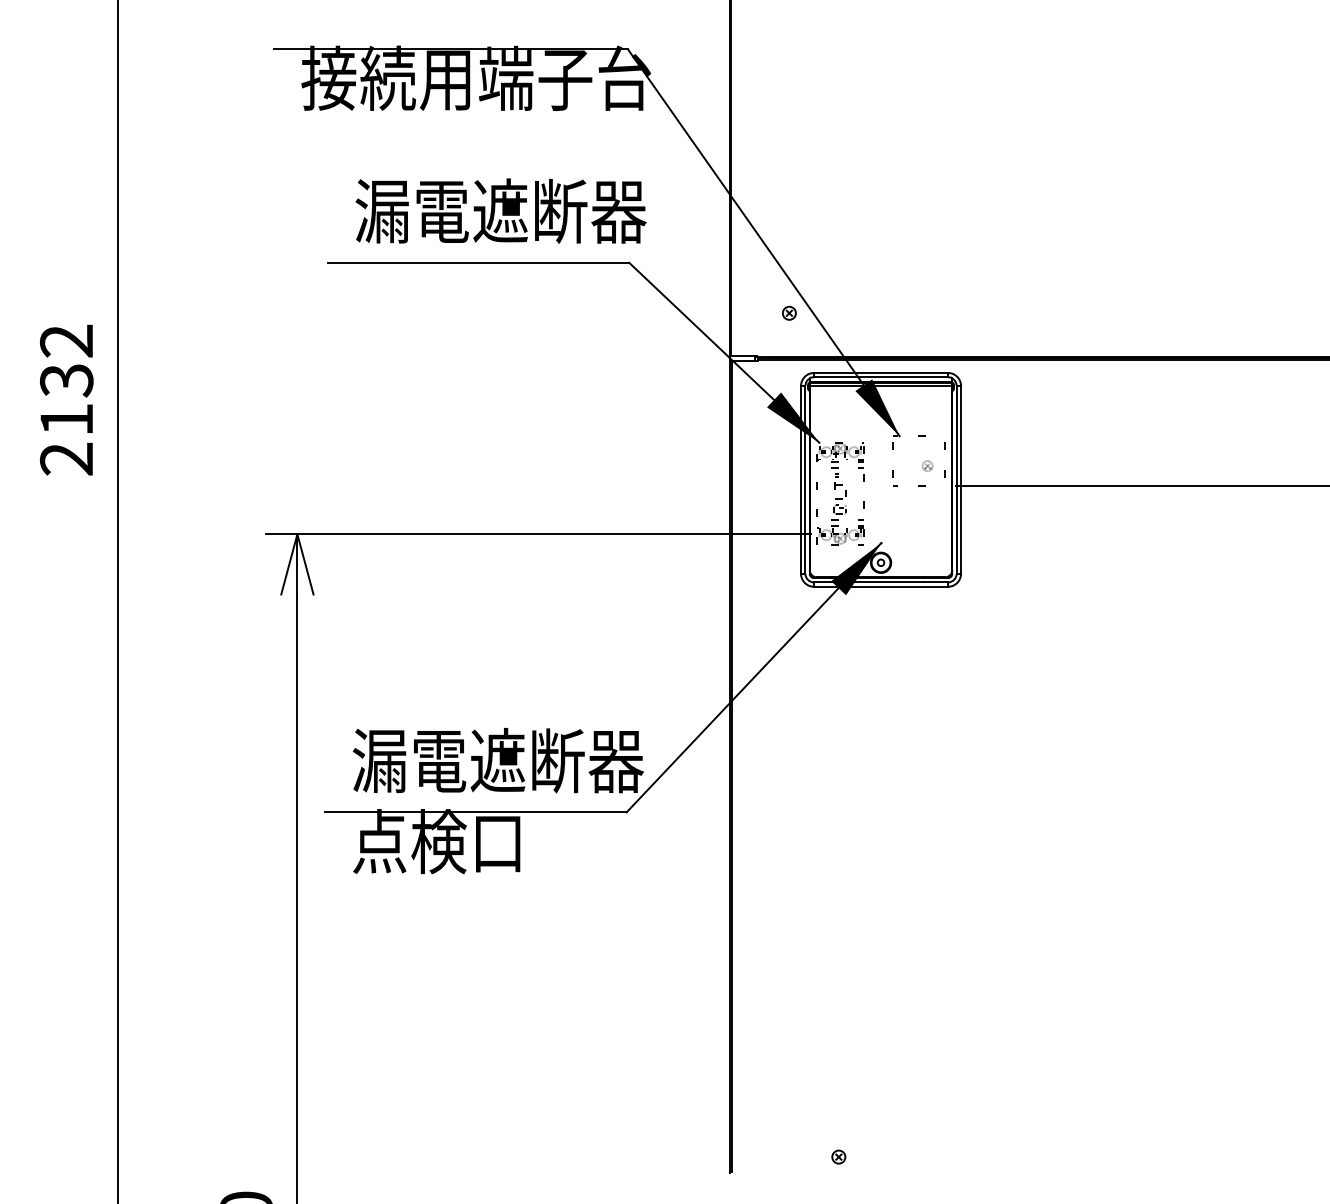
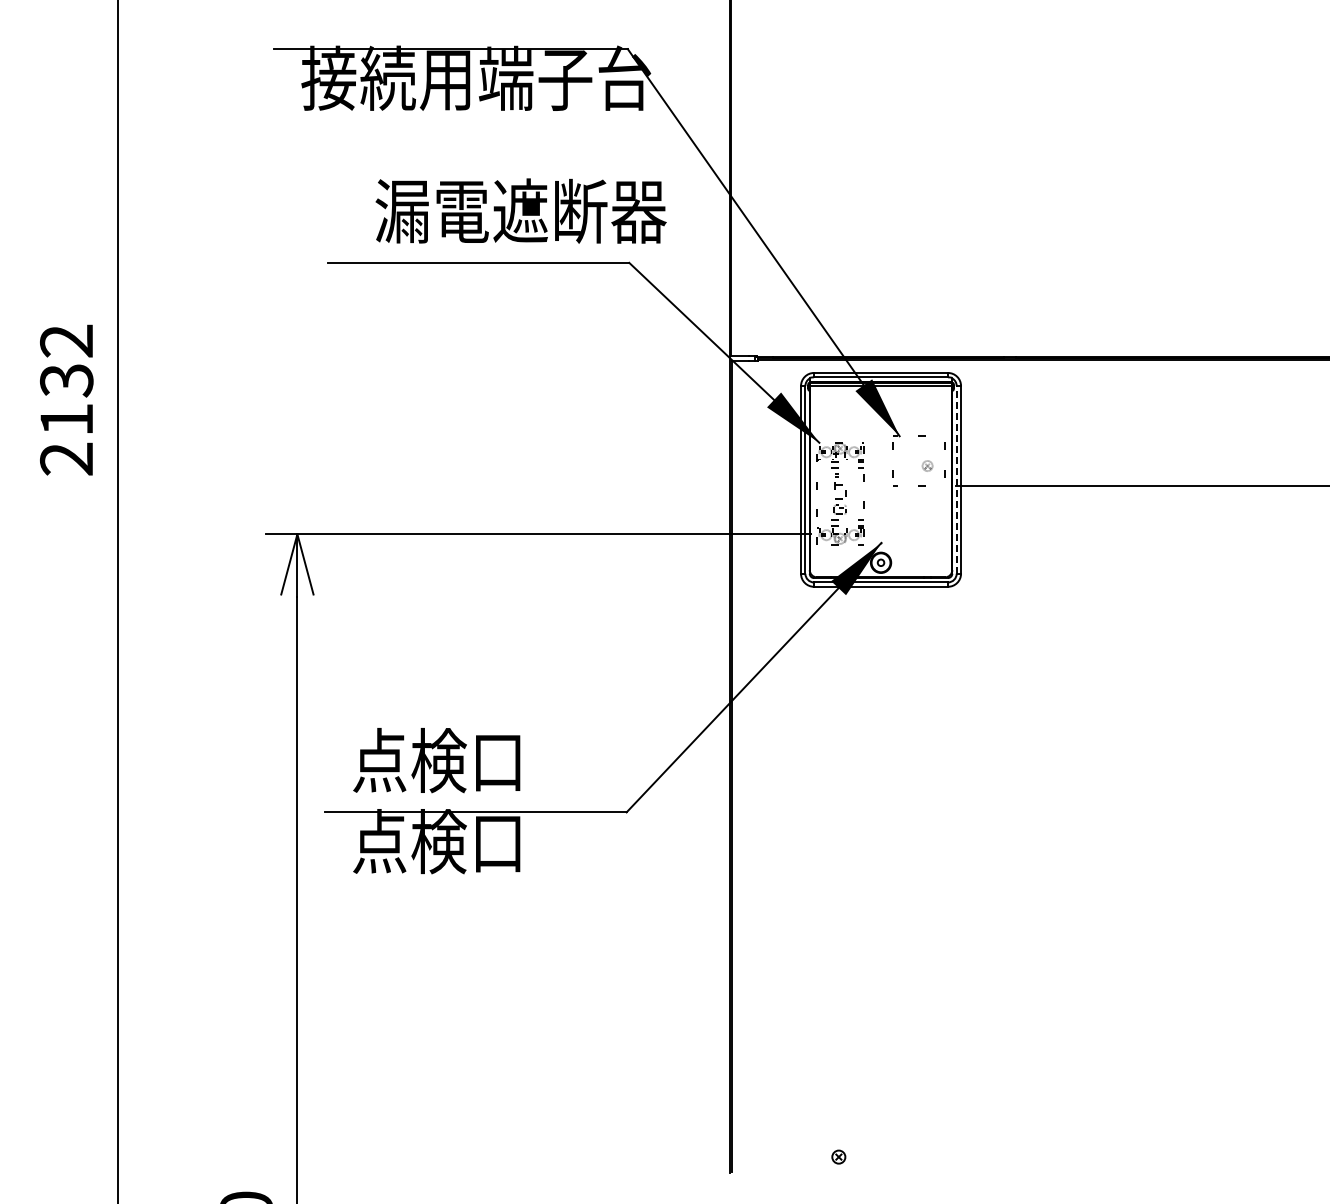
text at (500, 210) position: (500, 210) -> (520, 210)
part at (789, 312): present -> none
line at (956, 479): solid -> dashed
text at (498, 760): 漏電遮断器 -> 点検口
